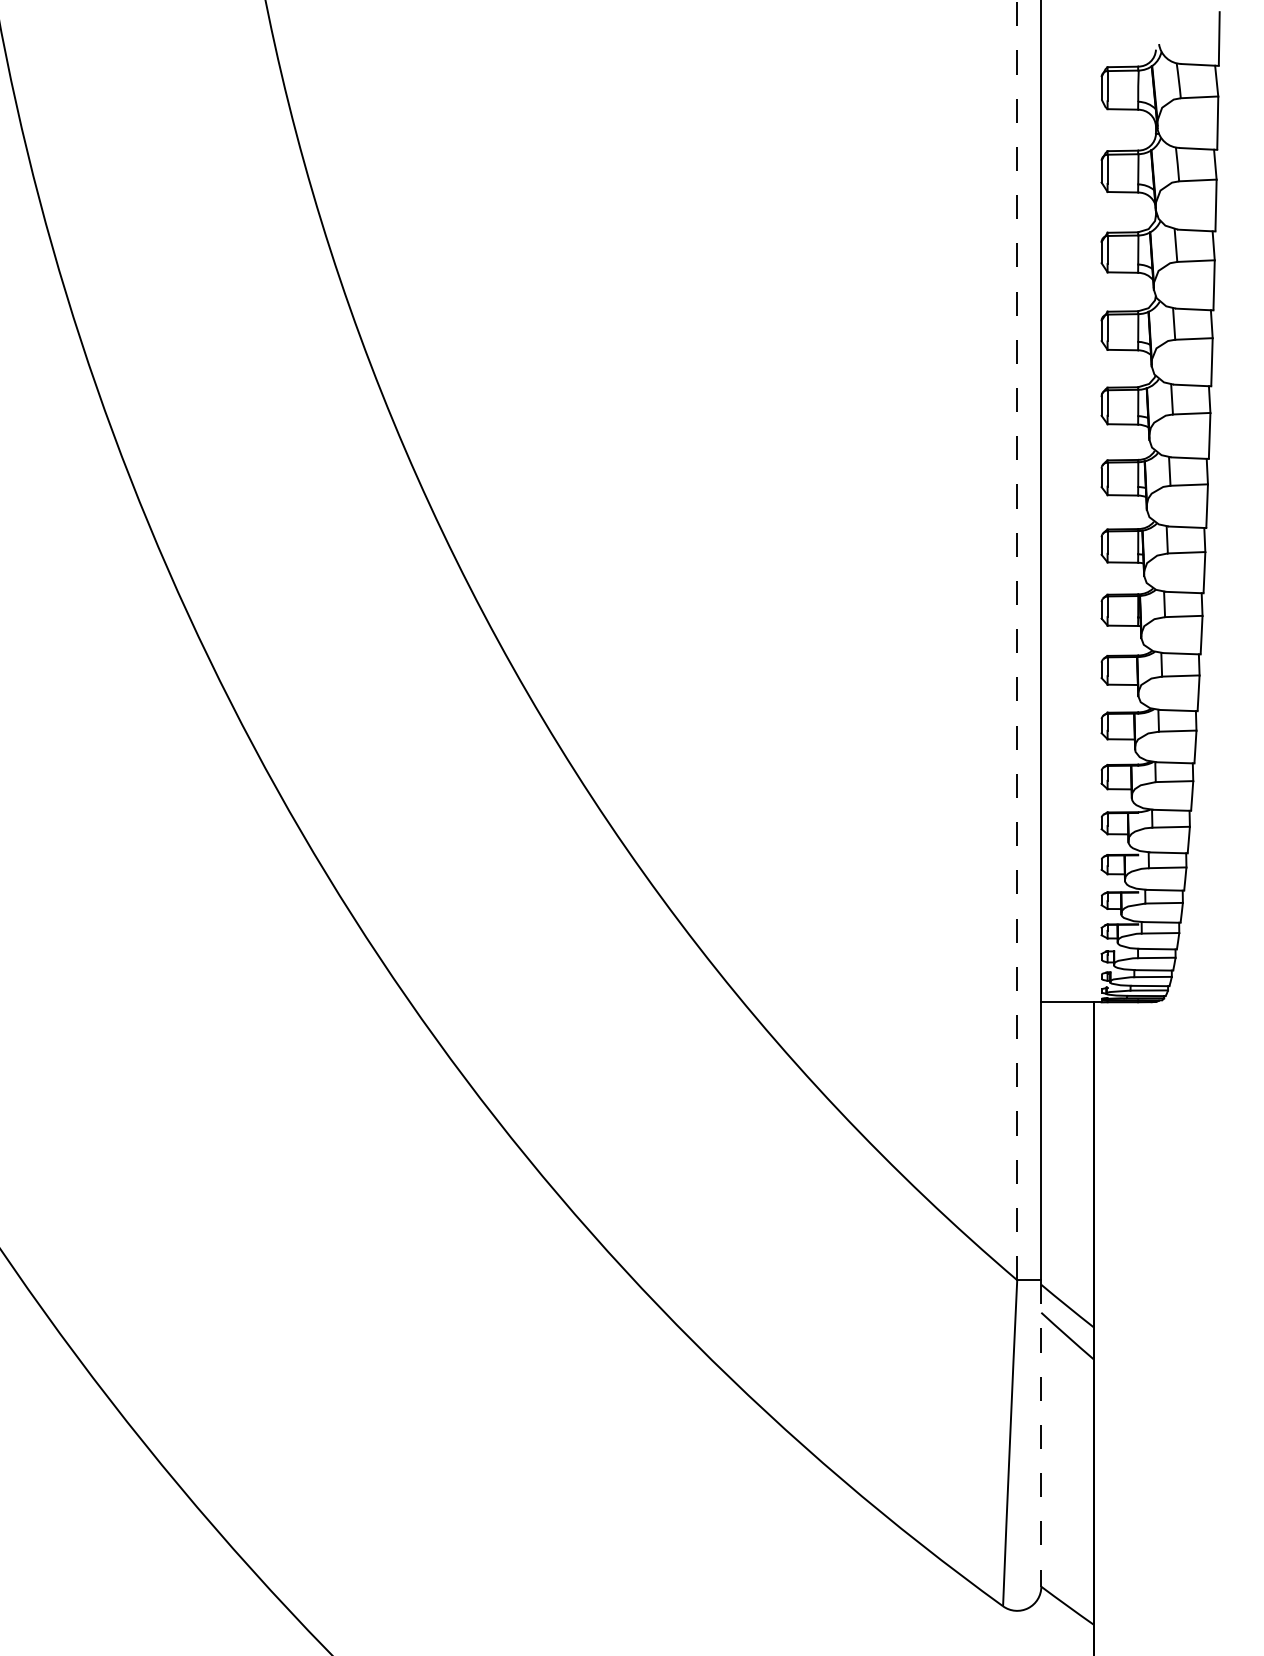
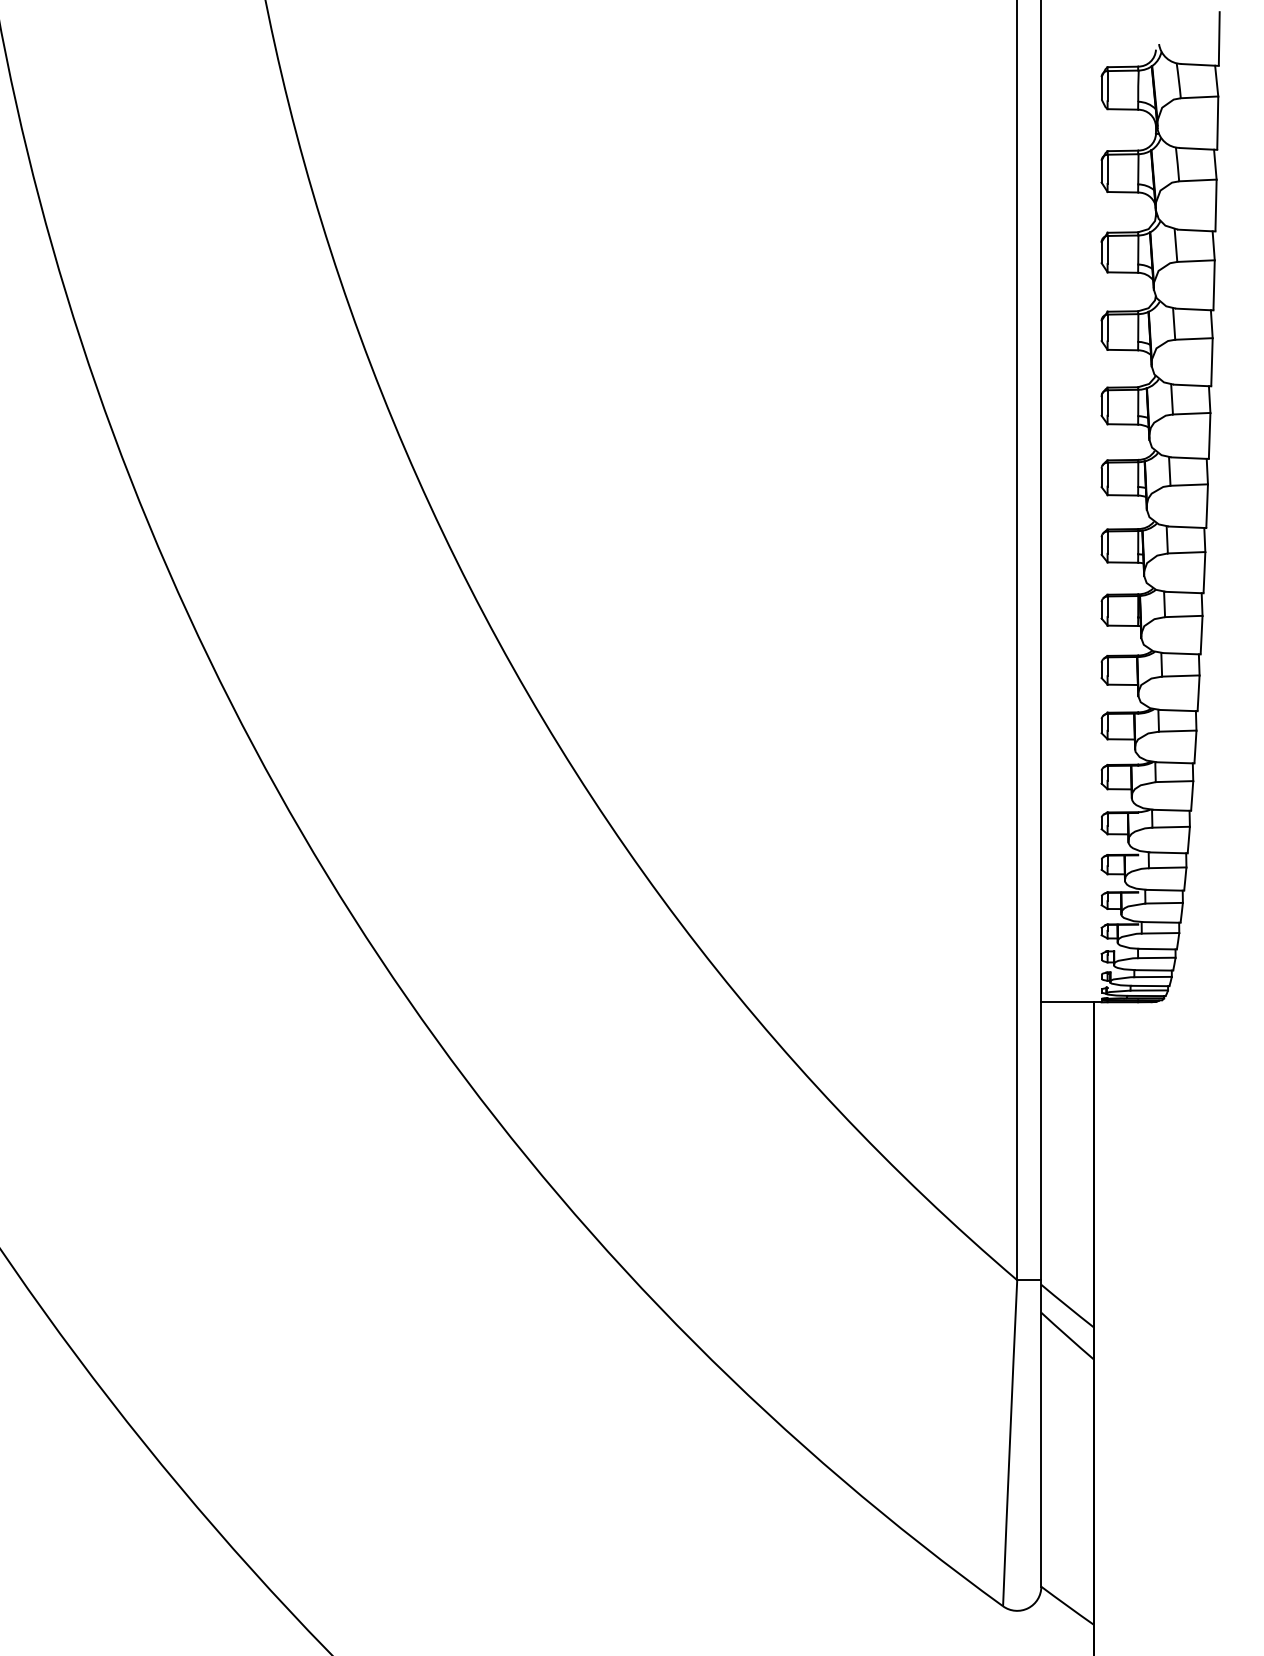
line at (1017, 640): dashed -> solid
line at (1041, 1433): dashed -> solid
